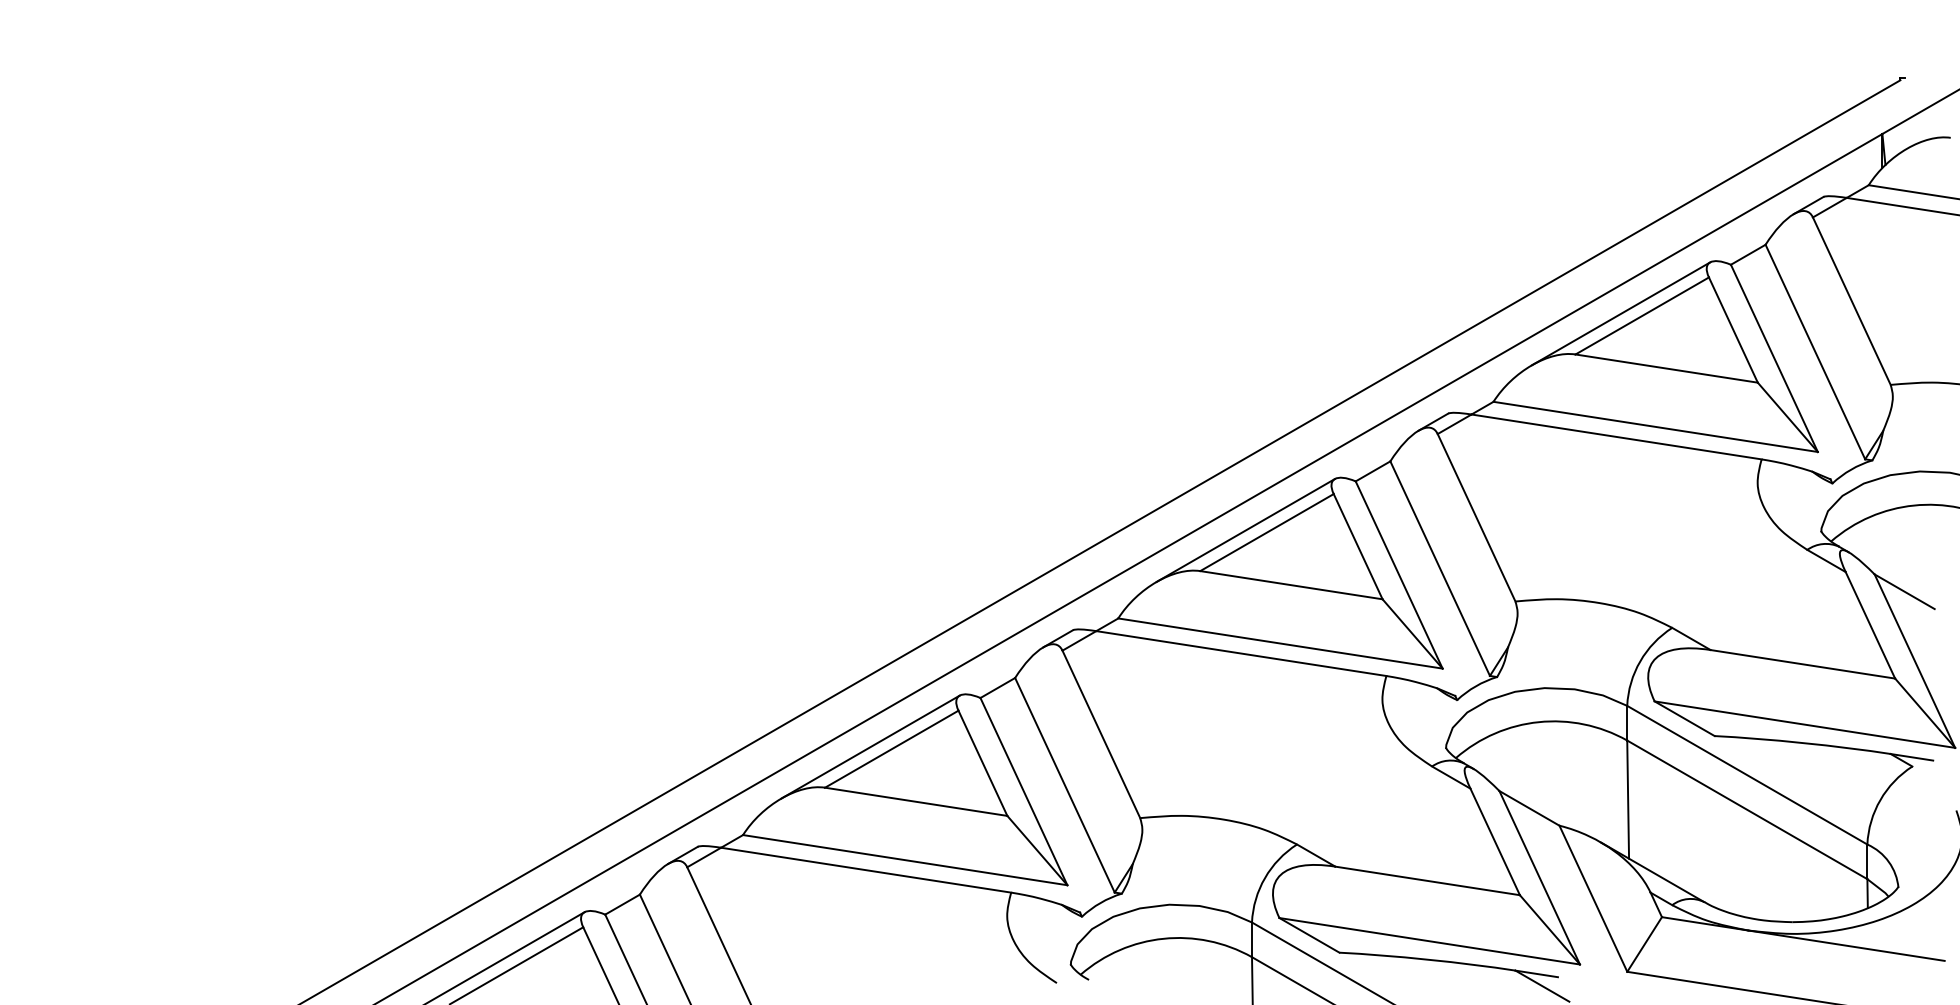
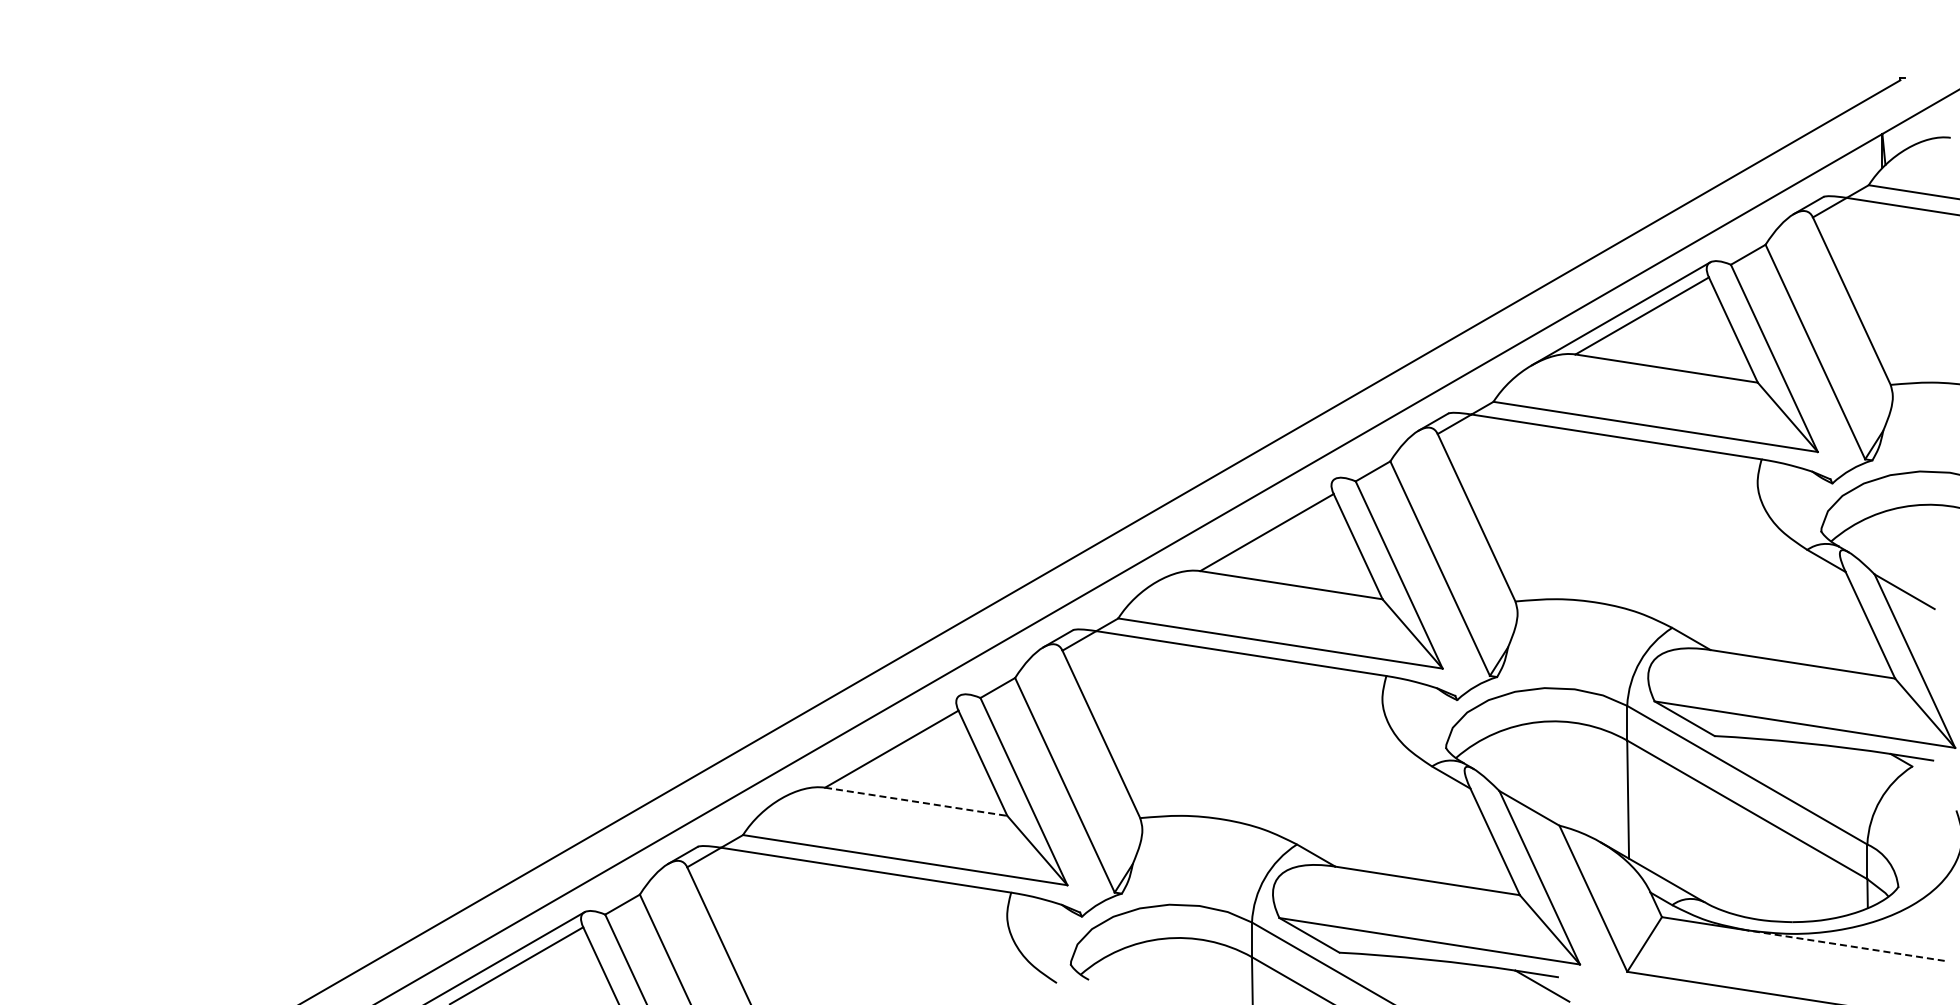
line at (1245, 530): present -> none
line at (870, 746): present -> none
line at (916, 801): solid -> dashed
line at (1846, 945): solid -> dashed
